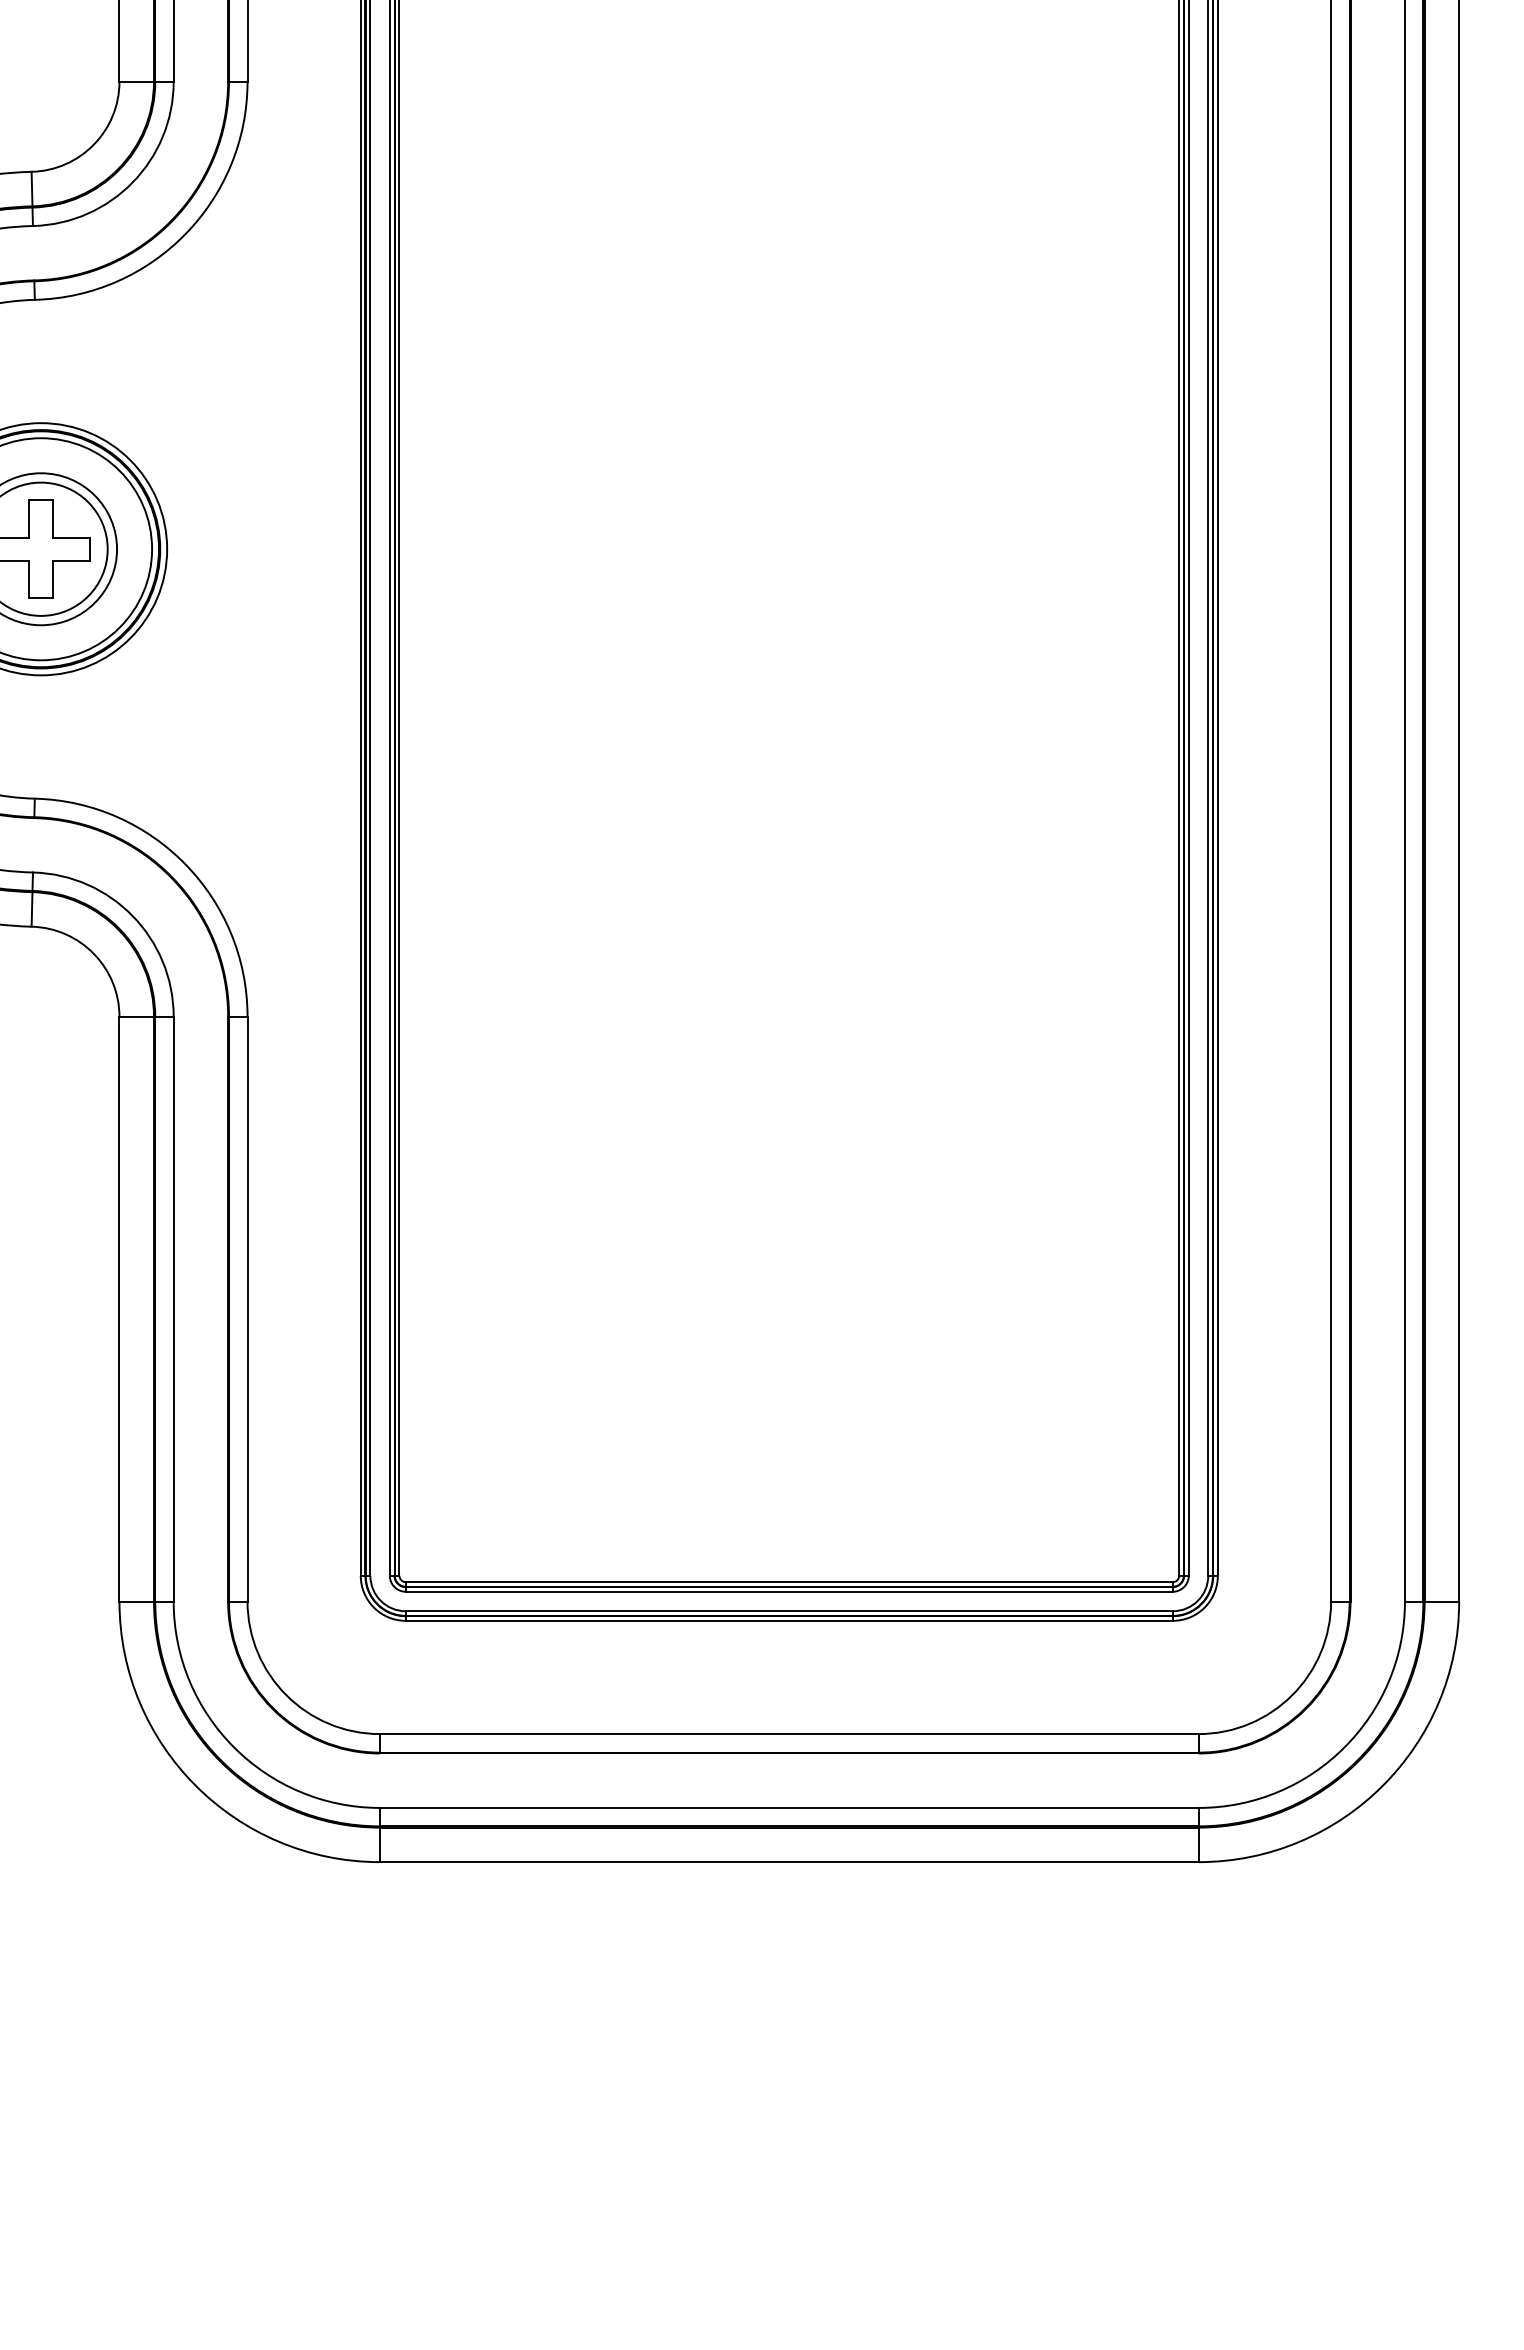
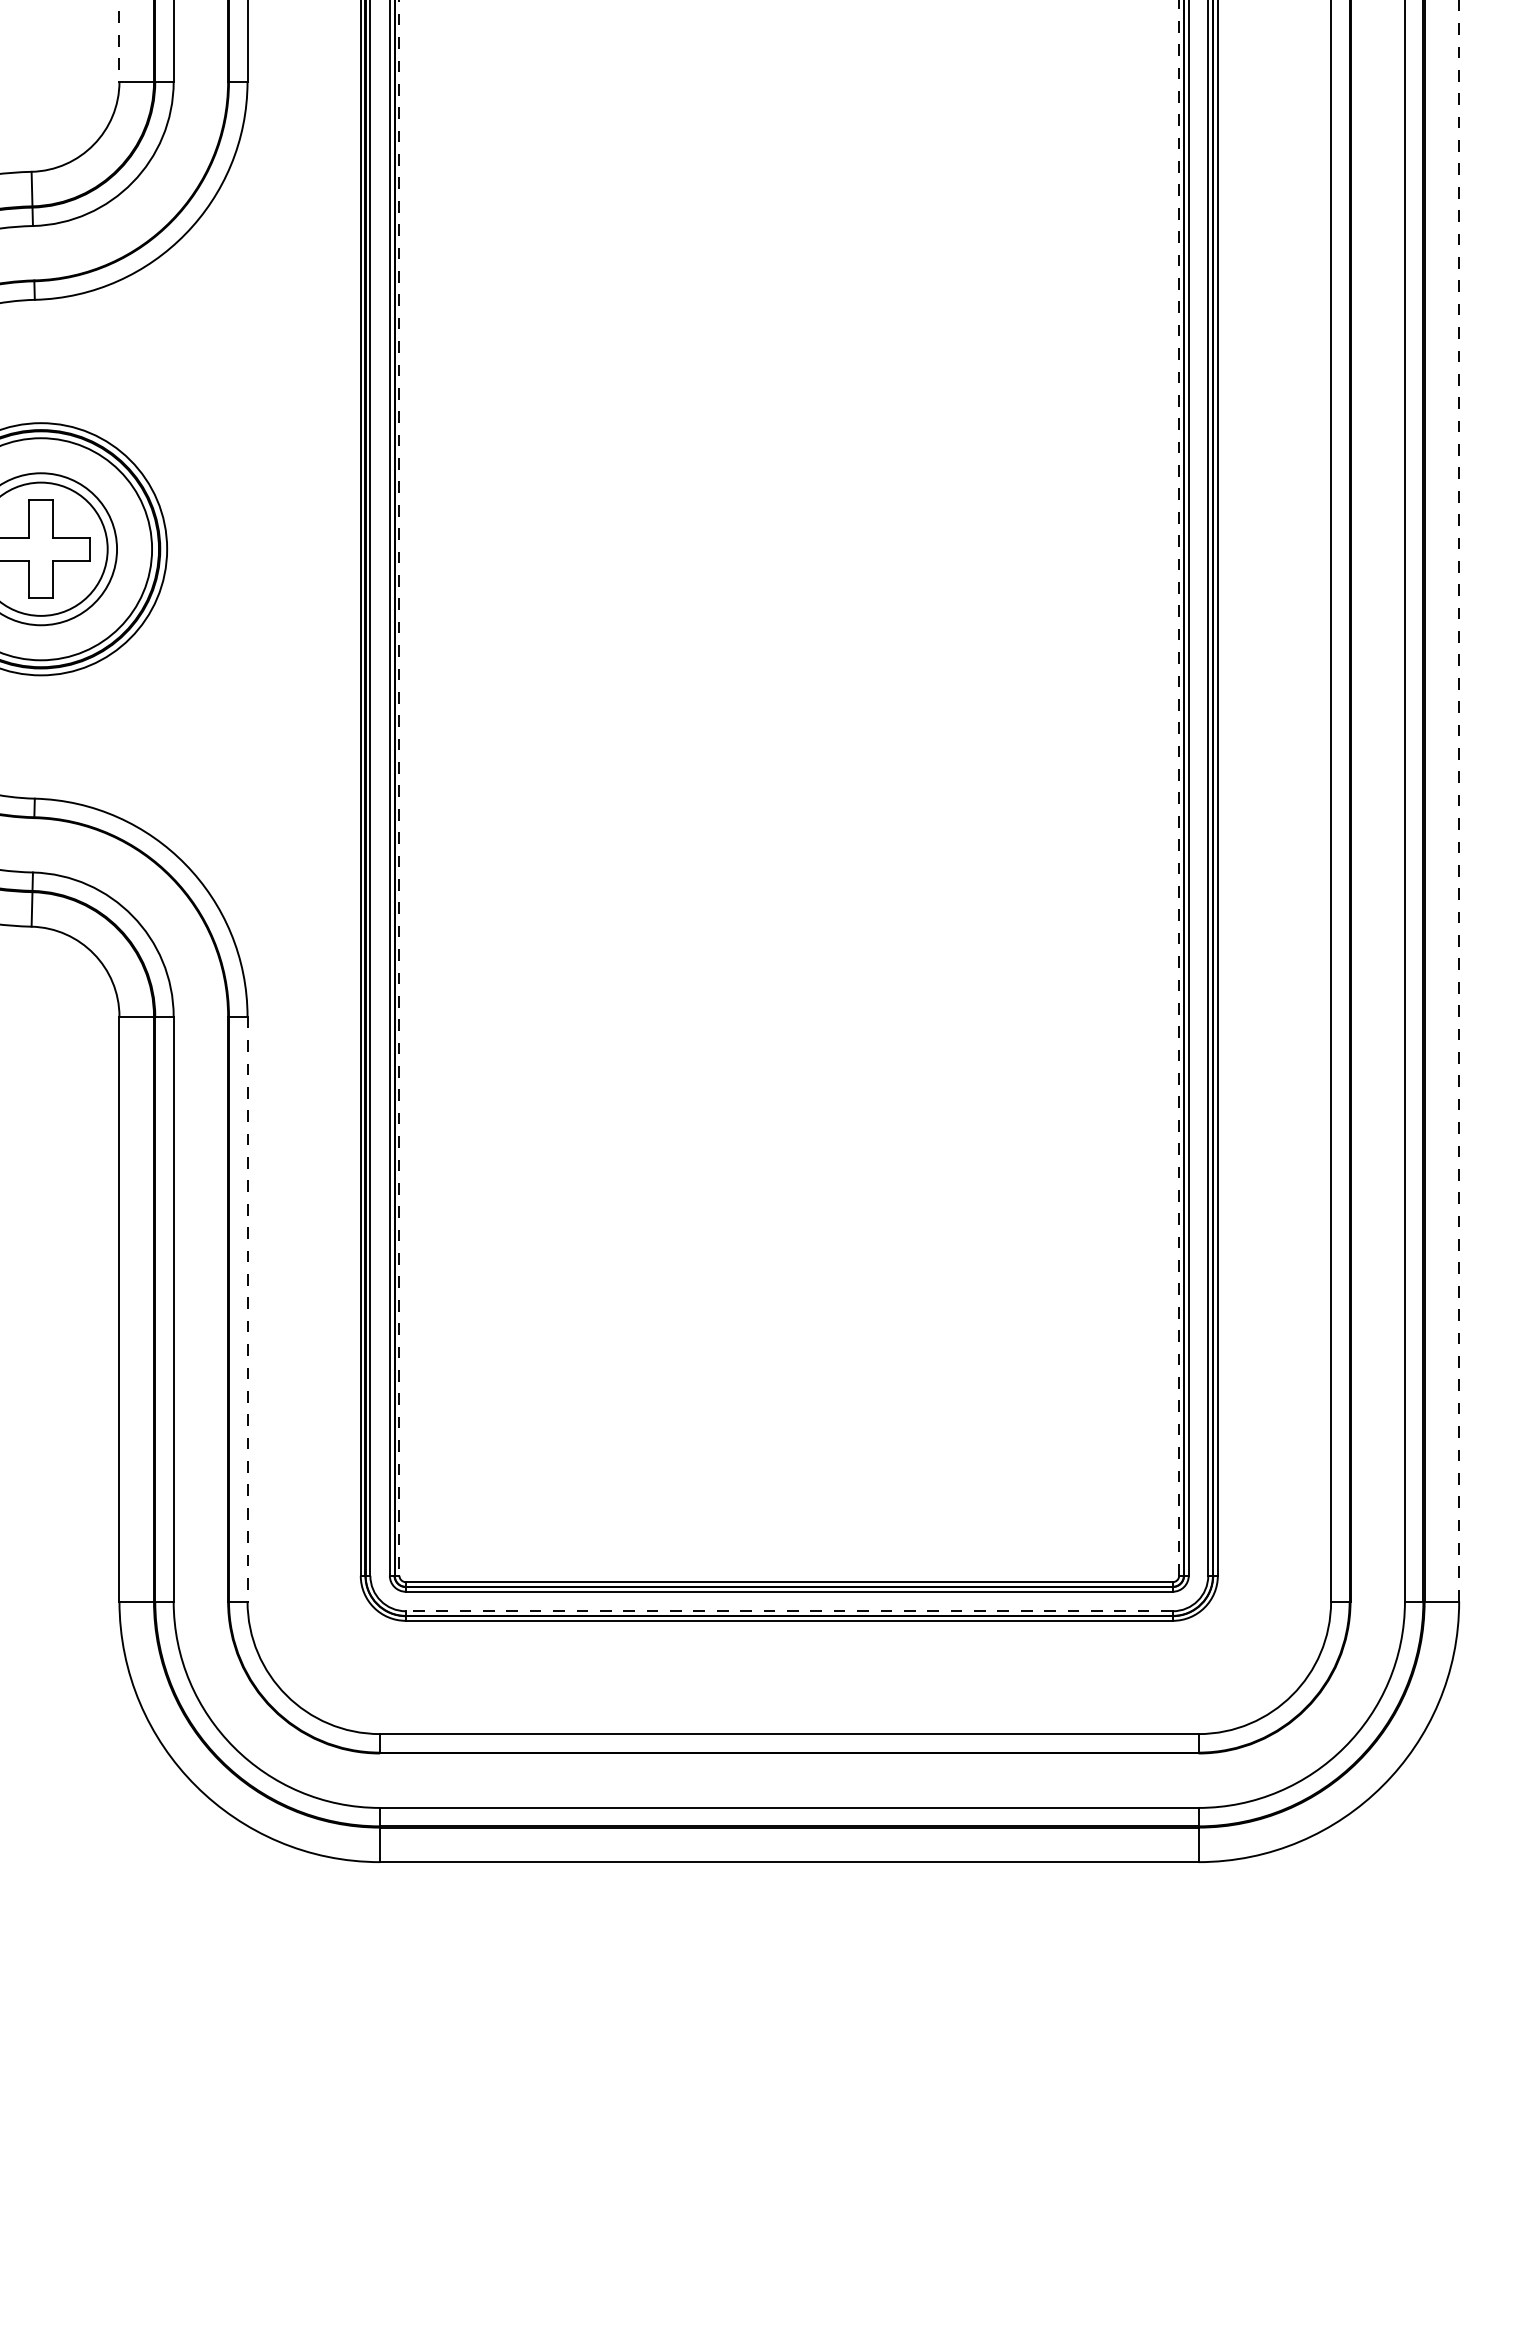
line at (119, 41): solid -> dashed
line at (399, 788): solid -> dashed
line at (1179, 788): solid -> dashed
line at (1459, 800): solid -> dashed
line at (247, 1309): solid -> dashed
line at (788, 1611): solid -> dashed
